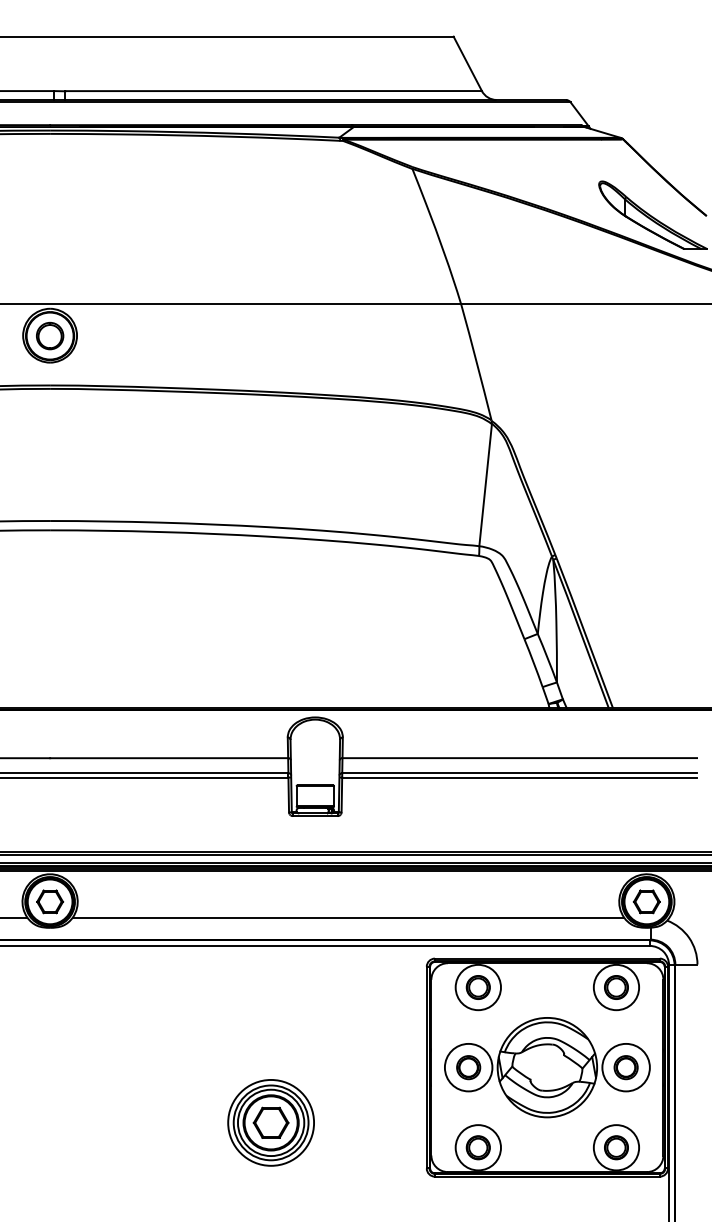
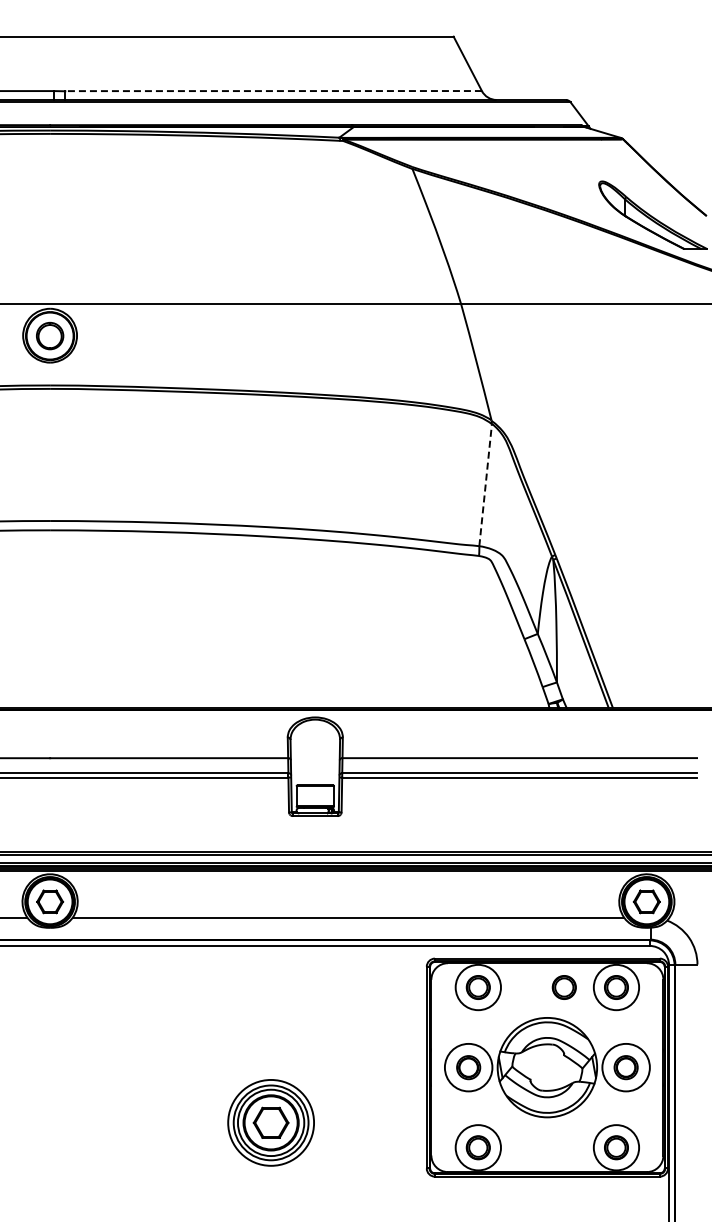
line at (273, 91): solid -> dashed
line at (485, 484): solid -> dashed
part at (563, 987): none -> present
